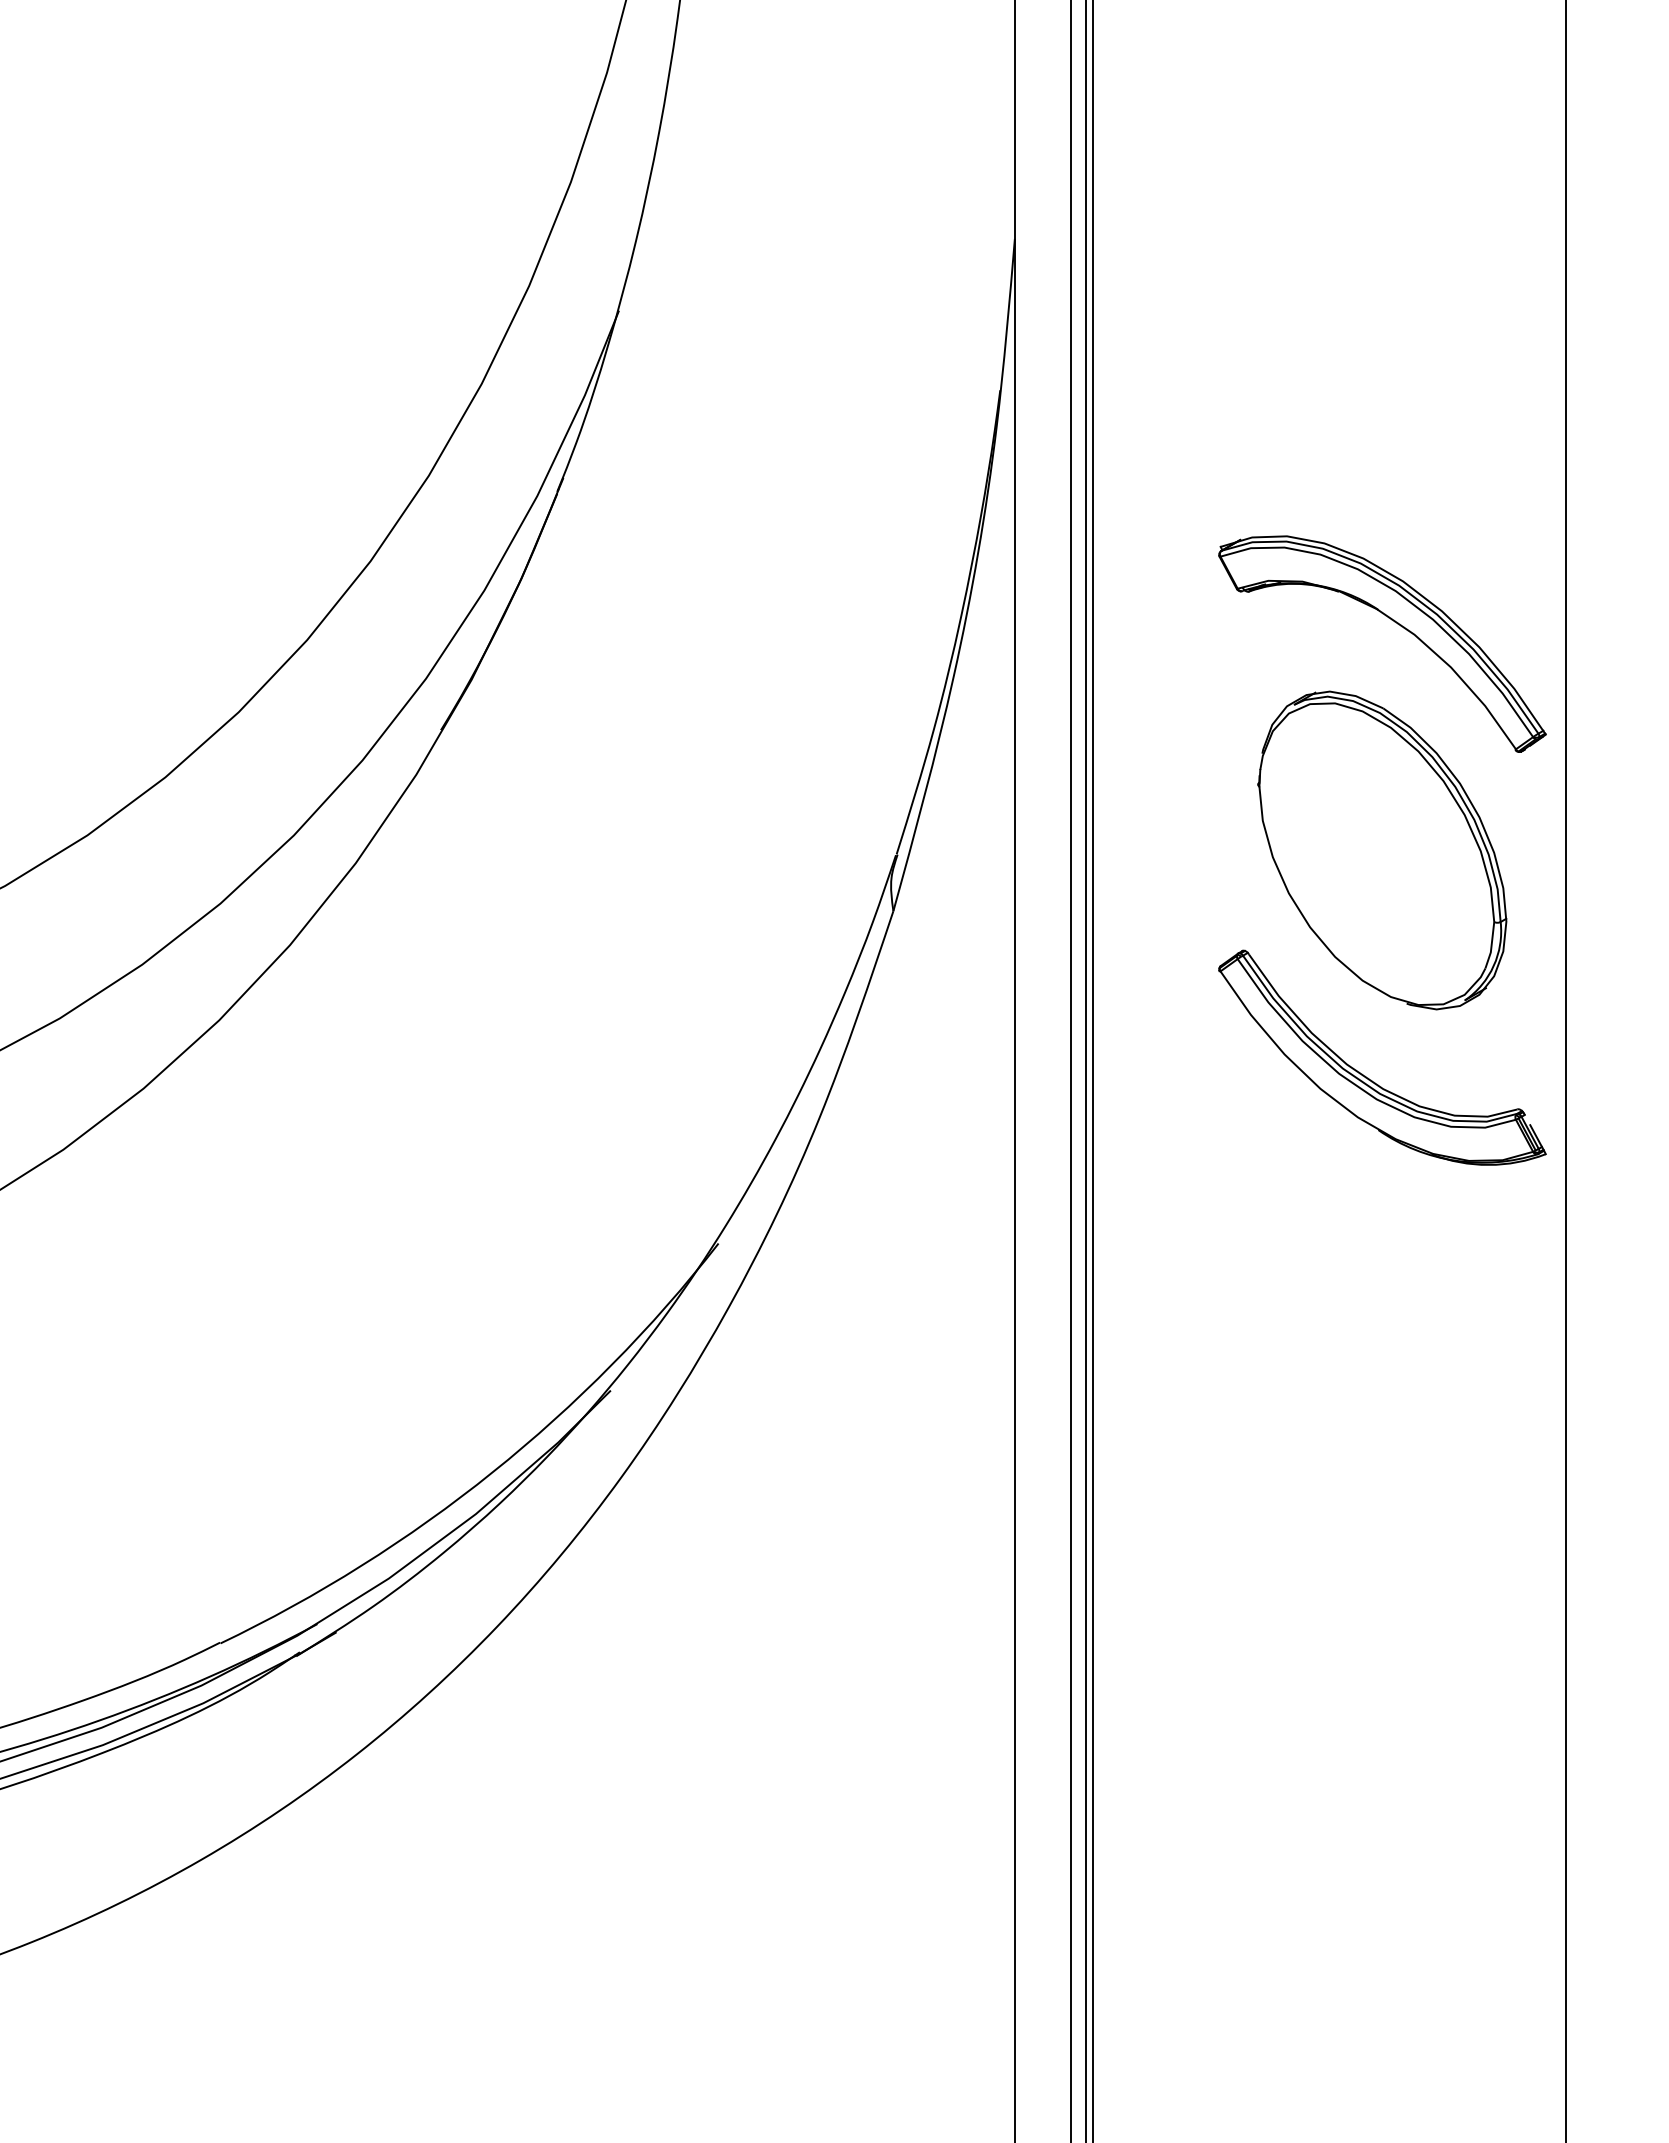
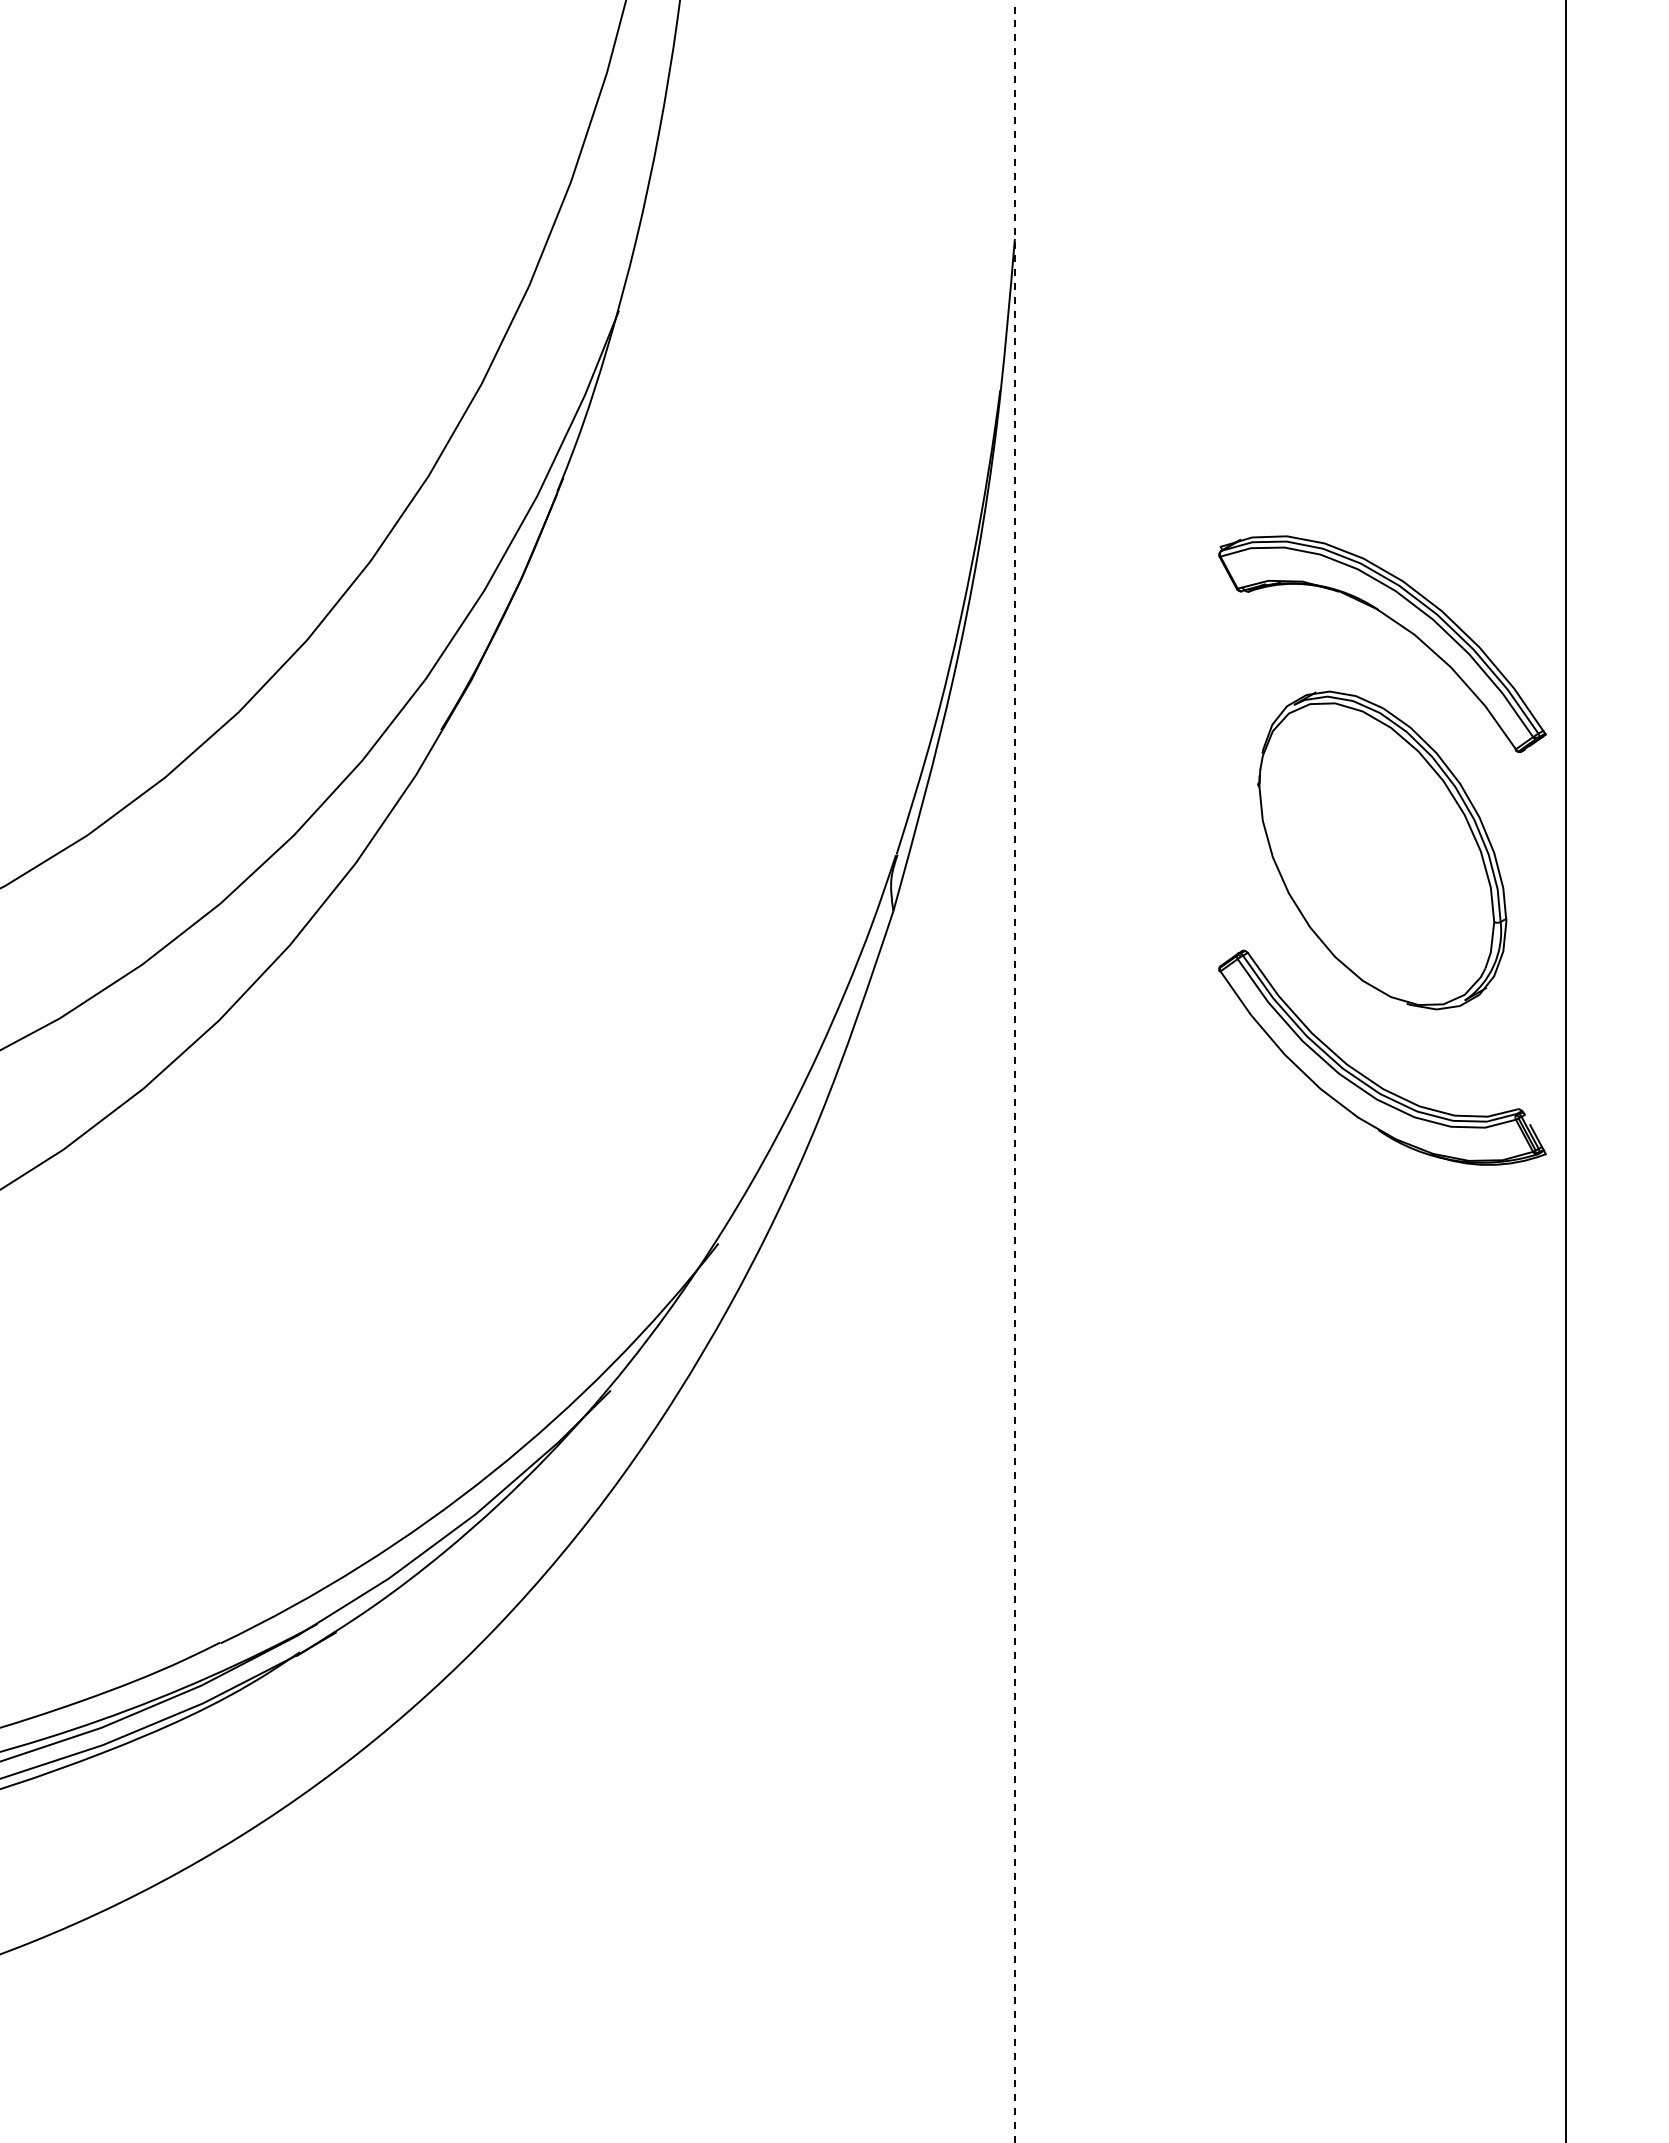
line at (1070, 1070): present -> none
line at (1086, 1070): present -> none
line at (1092, 1070): present -> none
line at (1014, 1071): solid -> dashed
